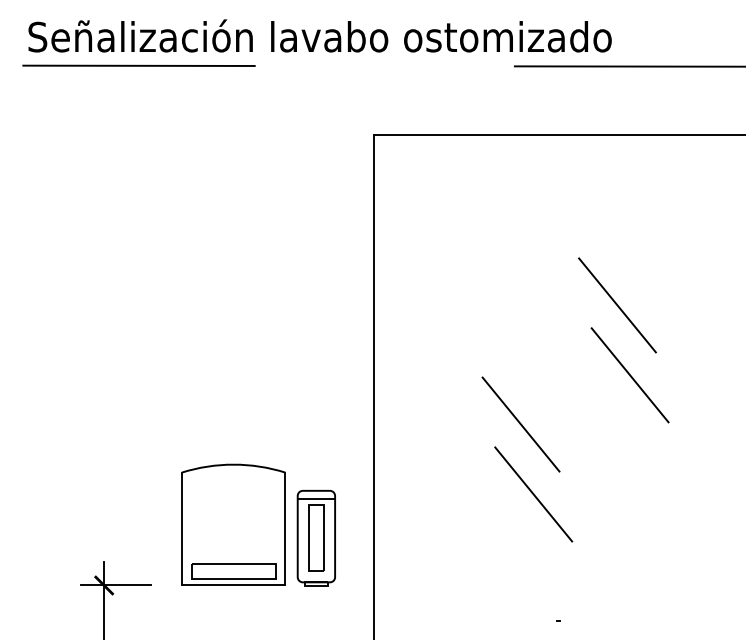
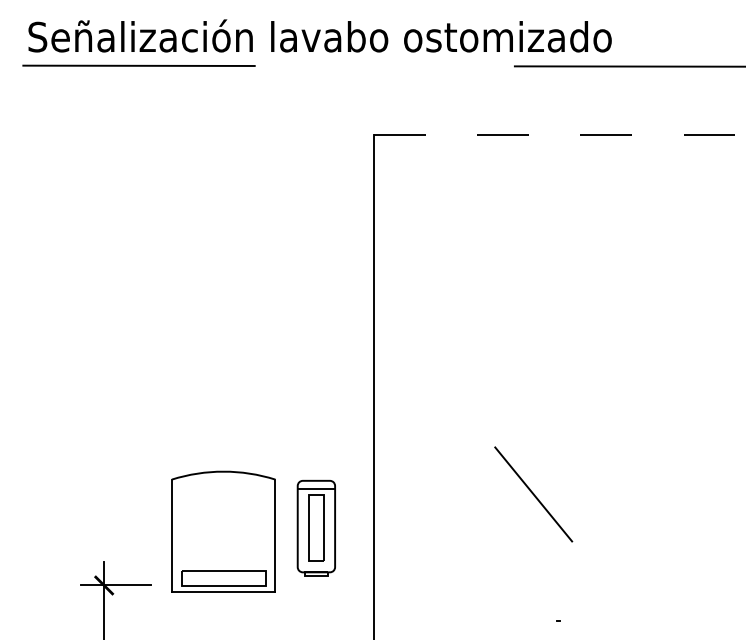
line at (559, 135): solid -> dashed
line at (617, 305): present -> none
line at (629, 375): present -> none
line at (520, 424): present -> none
part at (233, 524) position: (233, 524) -> (223, 531)
part at (315, 537) position: (315, 537) -> (315, 527)
